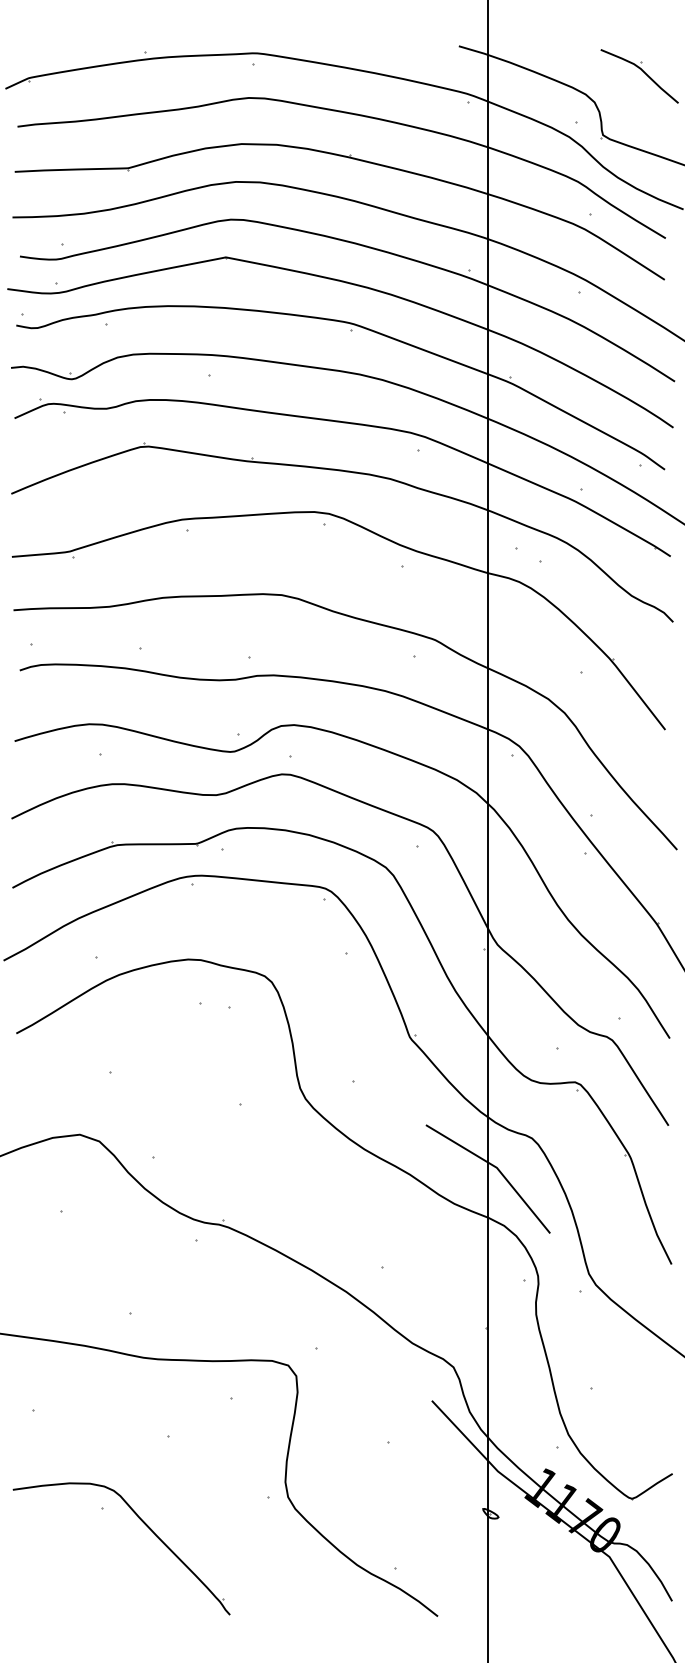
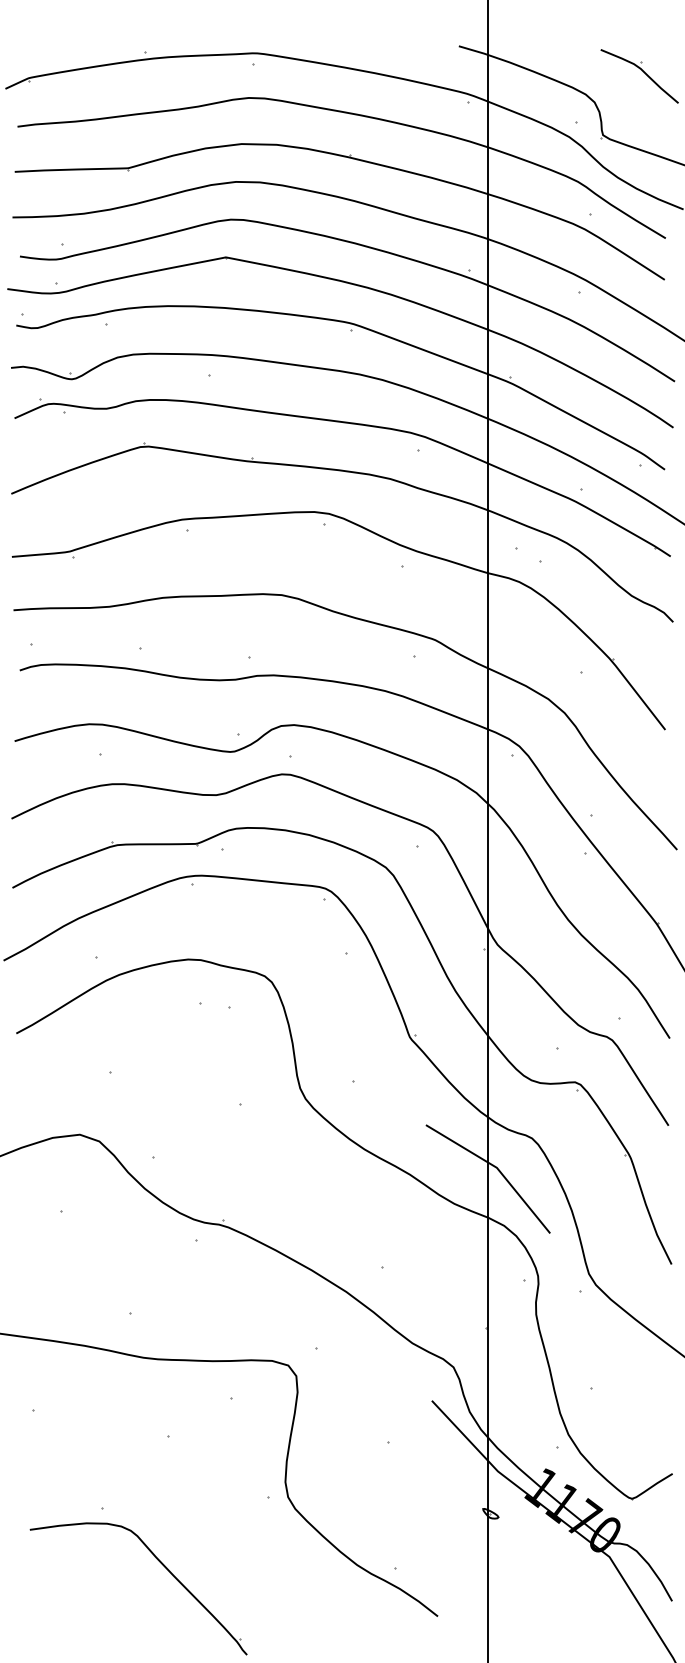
part at (144, 1524) position: (144, 1524) -> (161, 1564)
